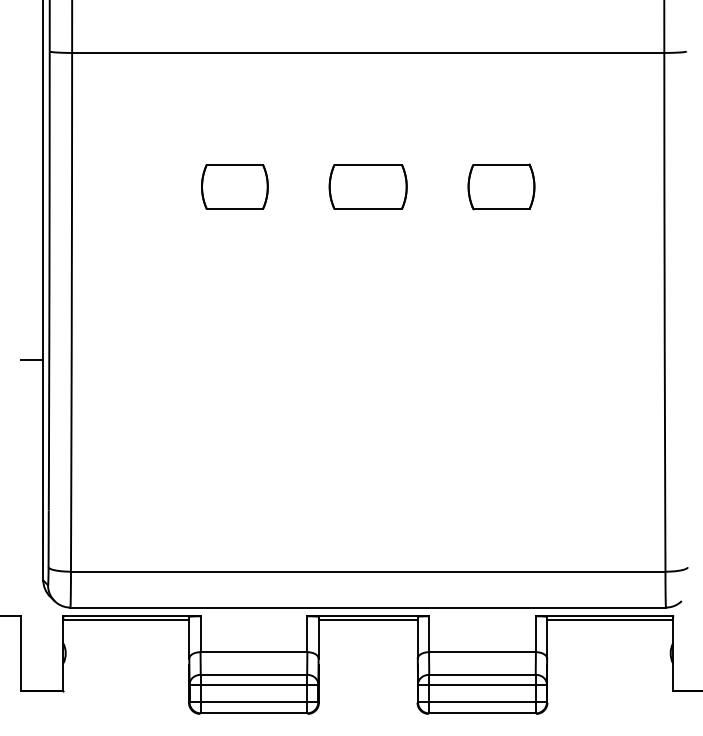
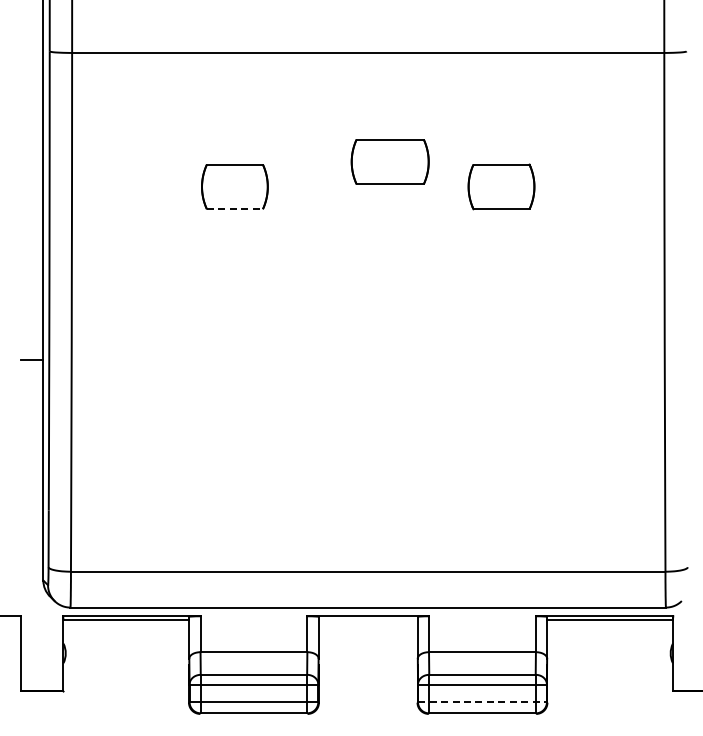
part at (367, 186) position: (367, 186) -> (389, 161)
line at (235, 209): solid -> dashed
line at (367, 619): present -> none
line at (482, 702): solid -> dashed
